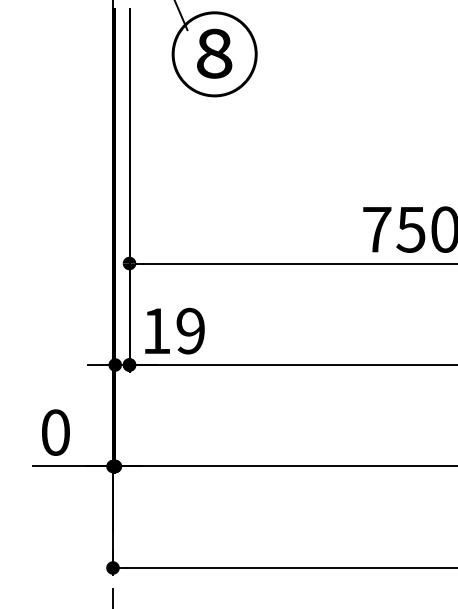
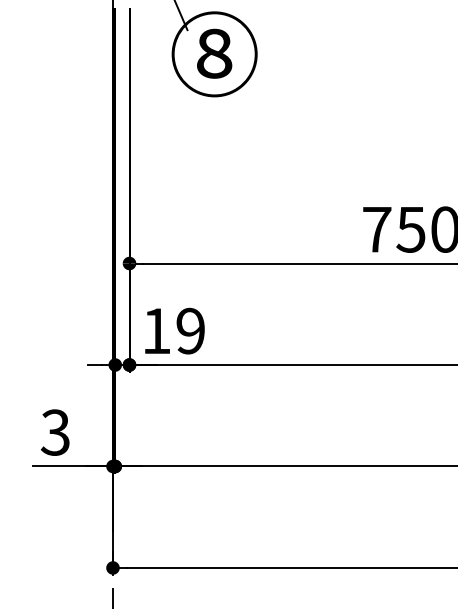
text at (54, 432): 0 -> 3
